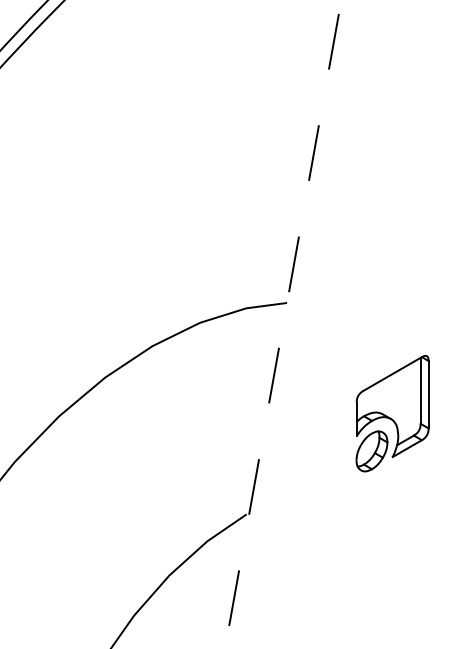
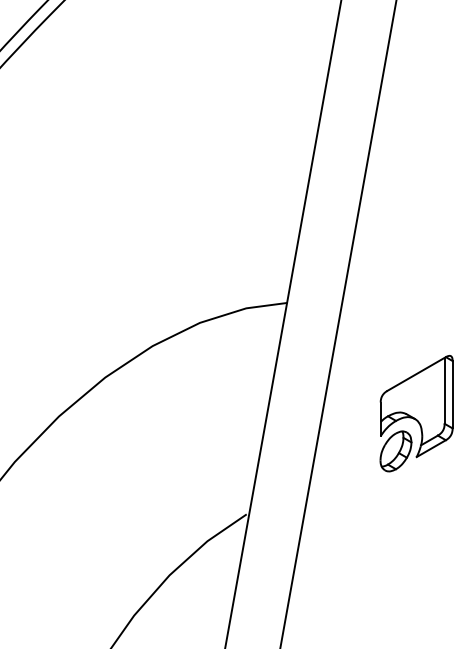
line at (338, 323): none -> present
line at (283, 324): dashed -> solid
part at (392, 413) position: (392, 413) -> (416, 413)
